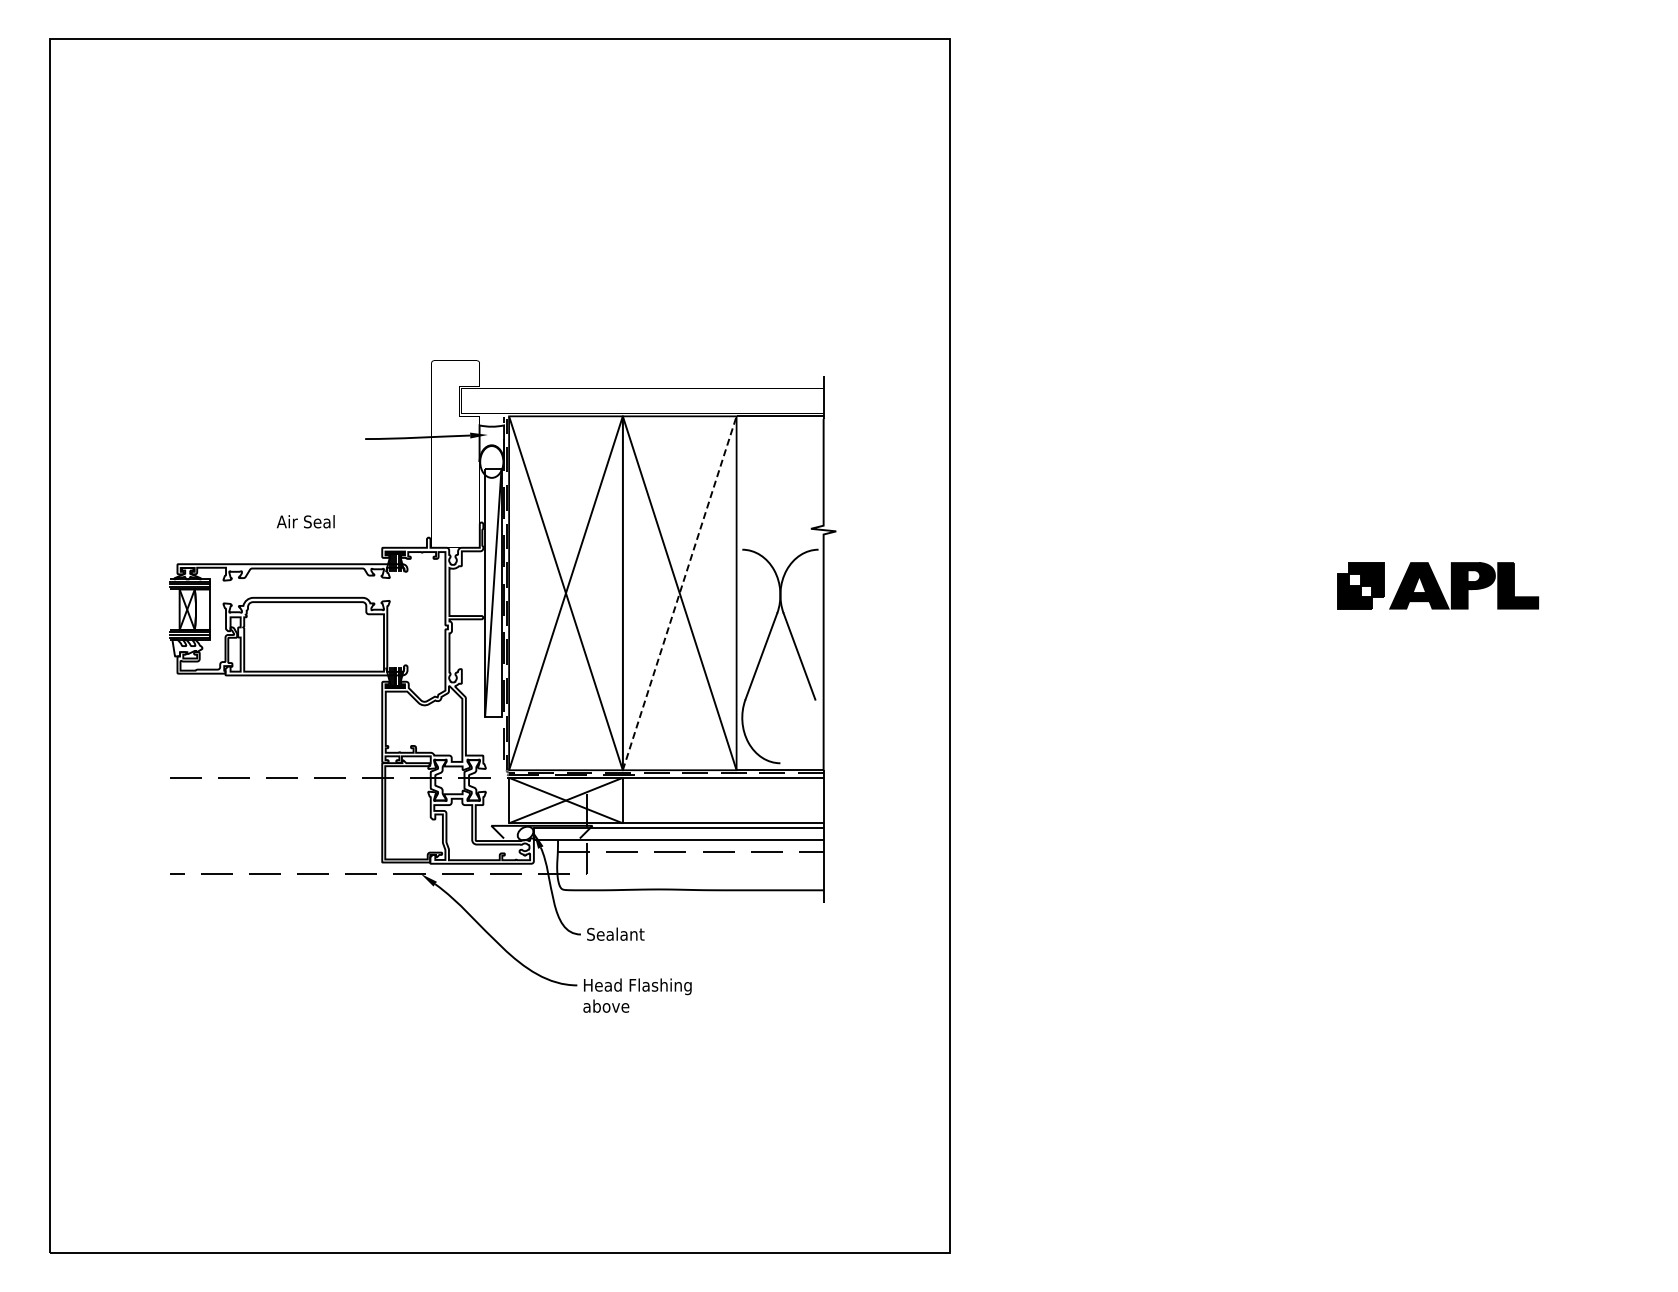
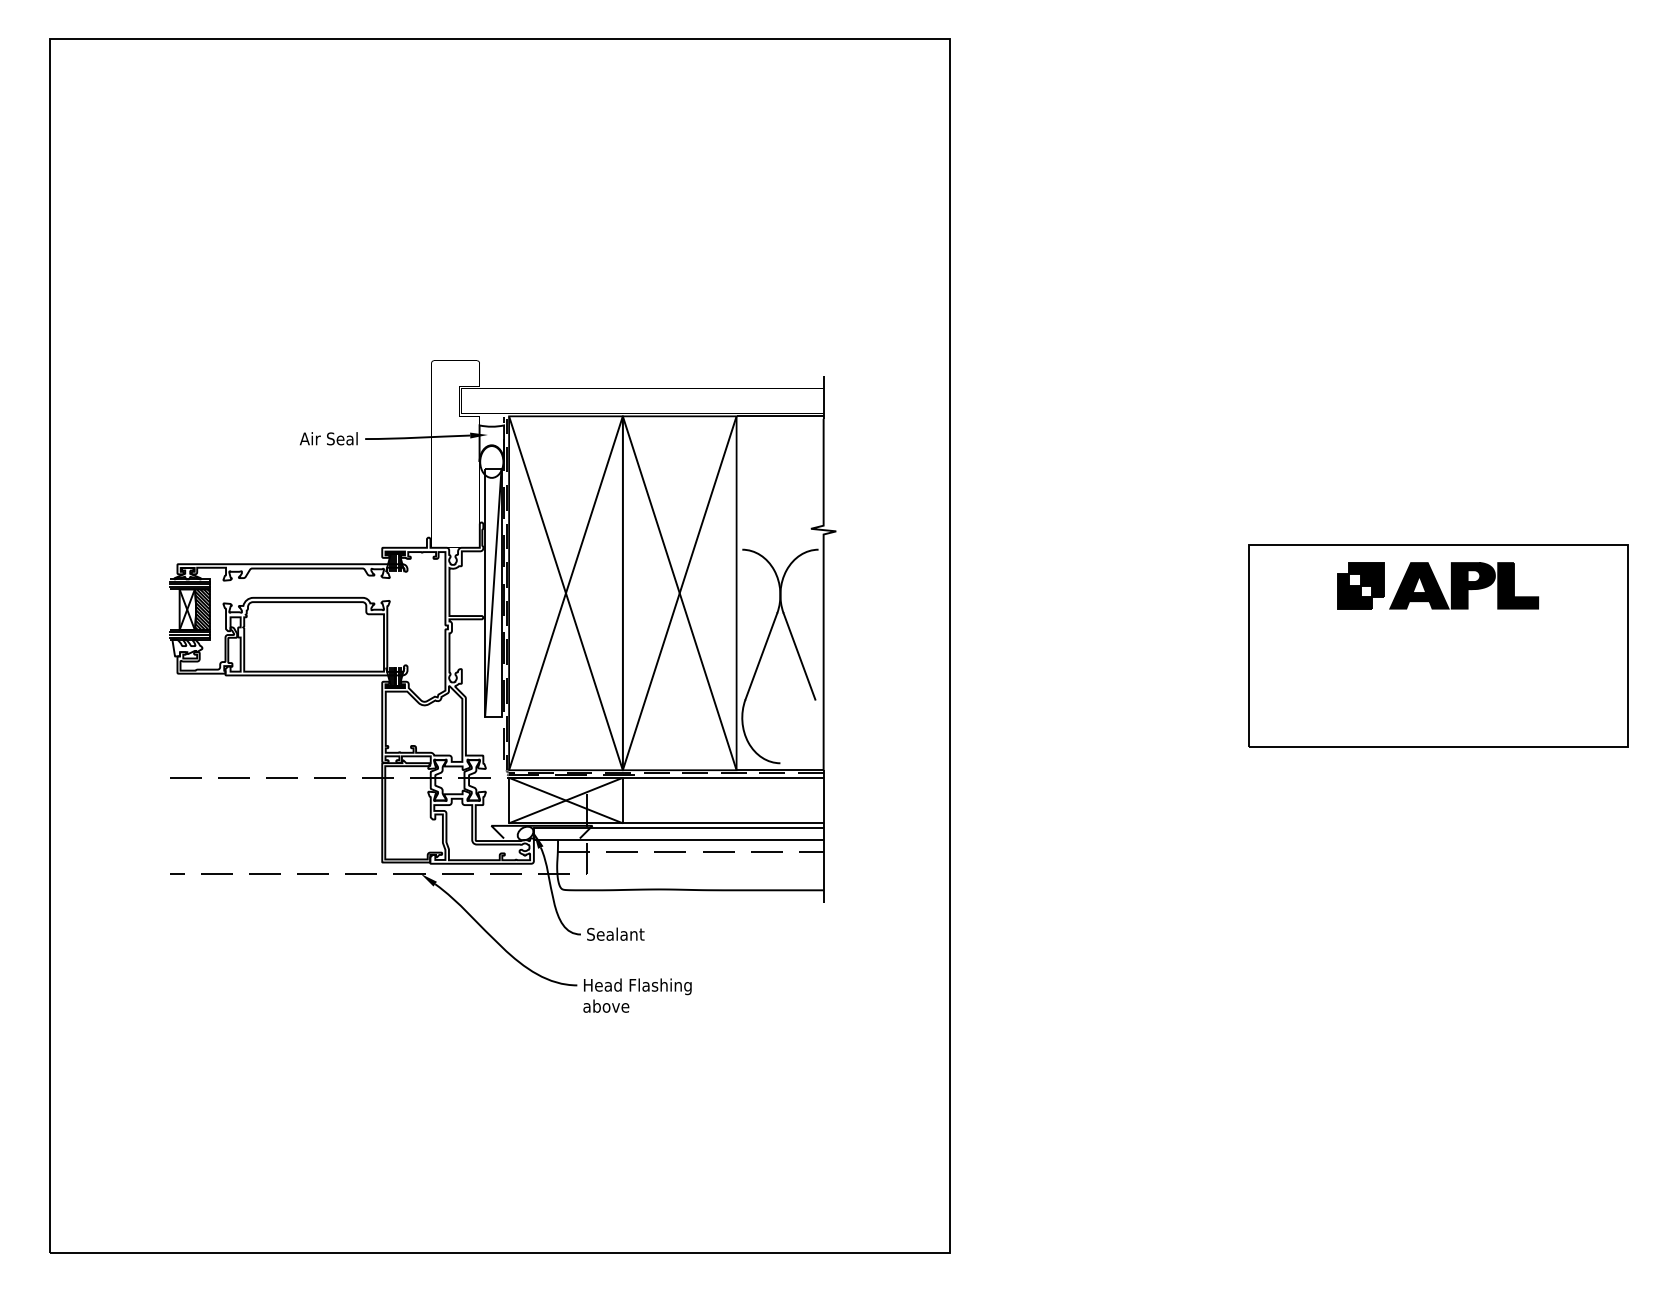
text at (305, 521) position: (305, 521) -> (328, 438)
line at (679, 593): dashed -> solid
hatch at (201, 609): none -> present
part at (1438, 645): none -> present
